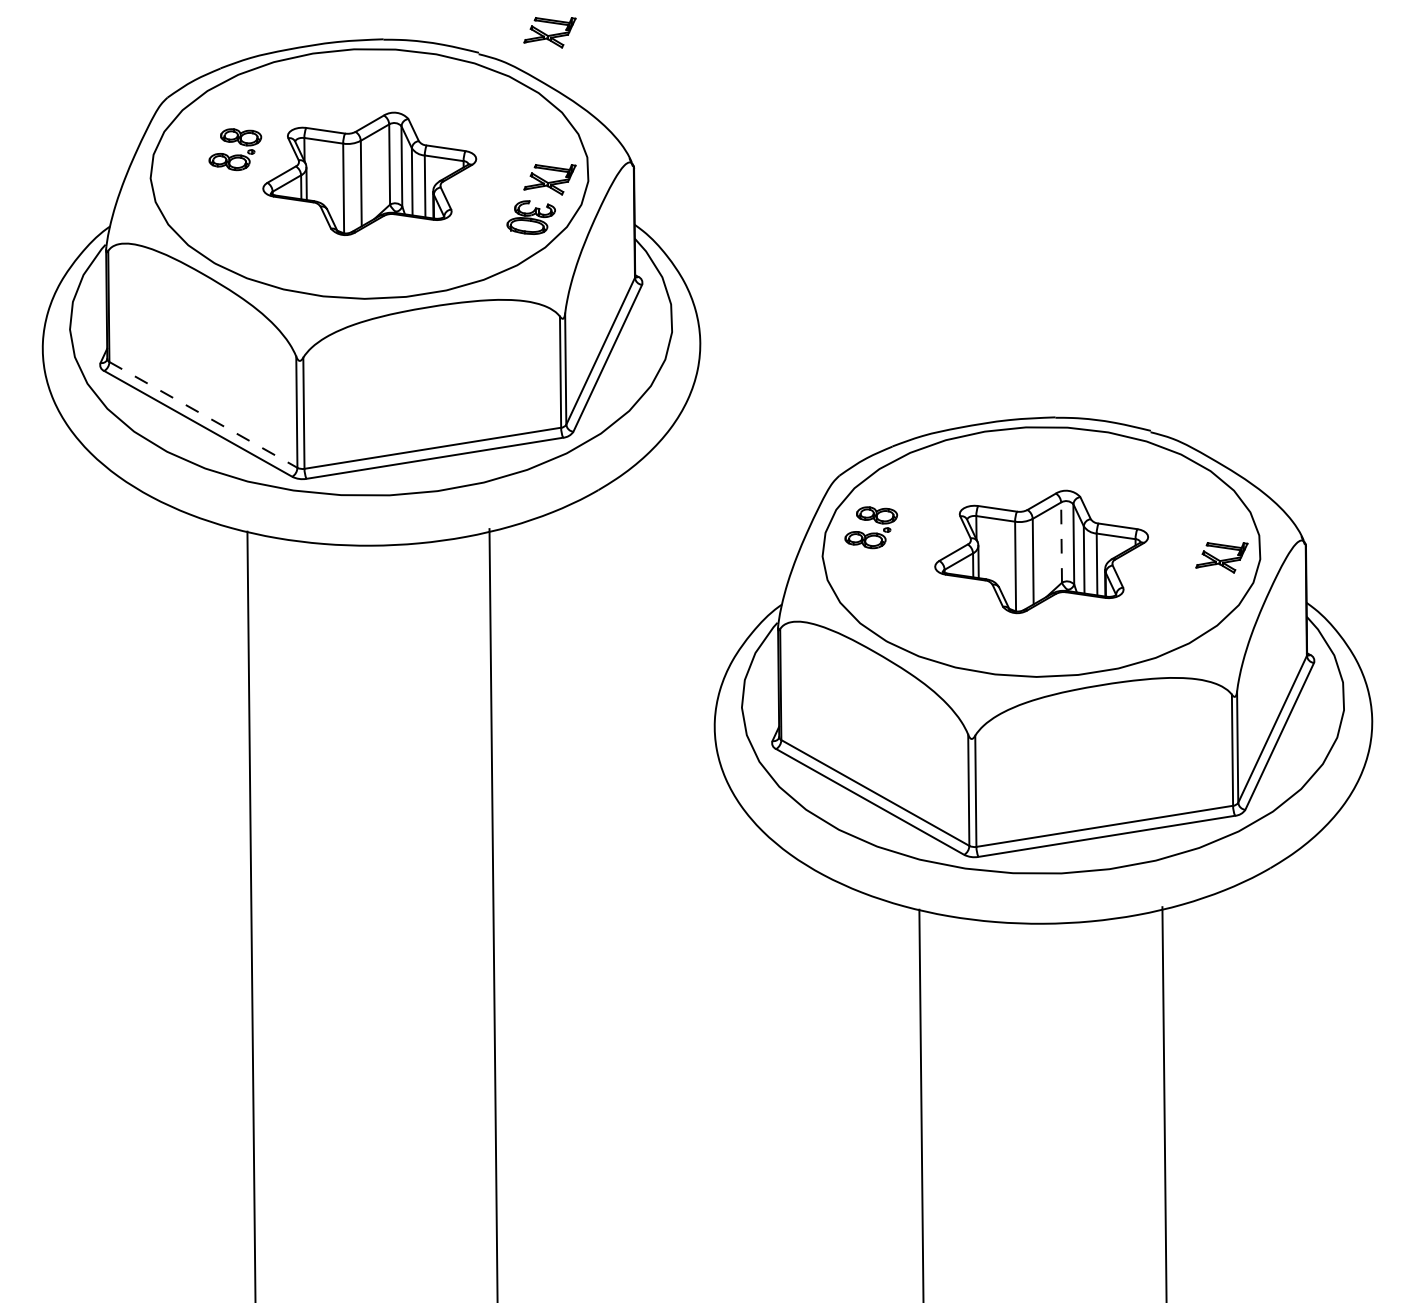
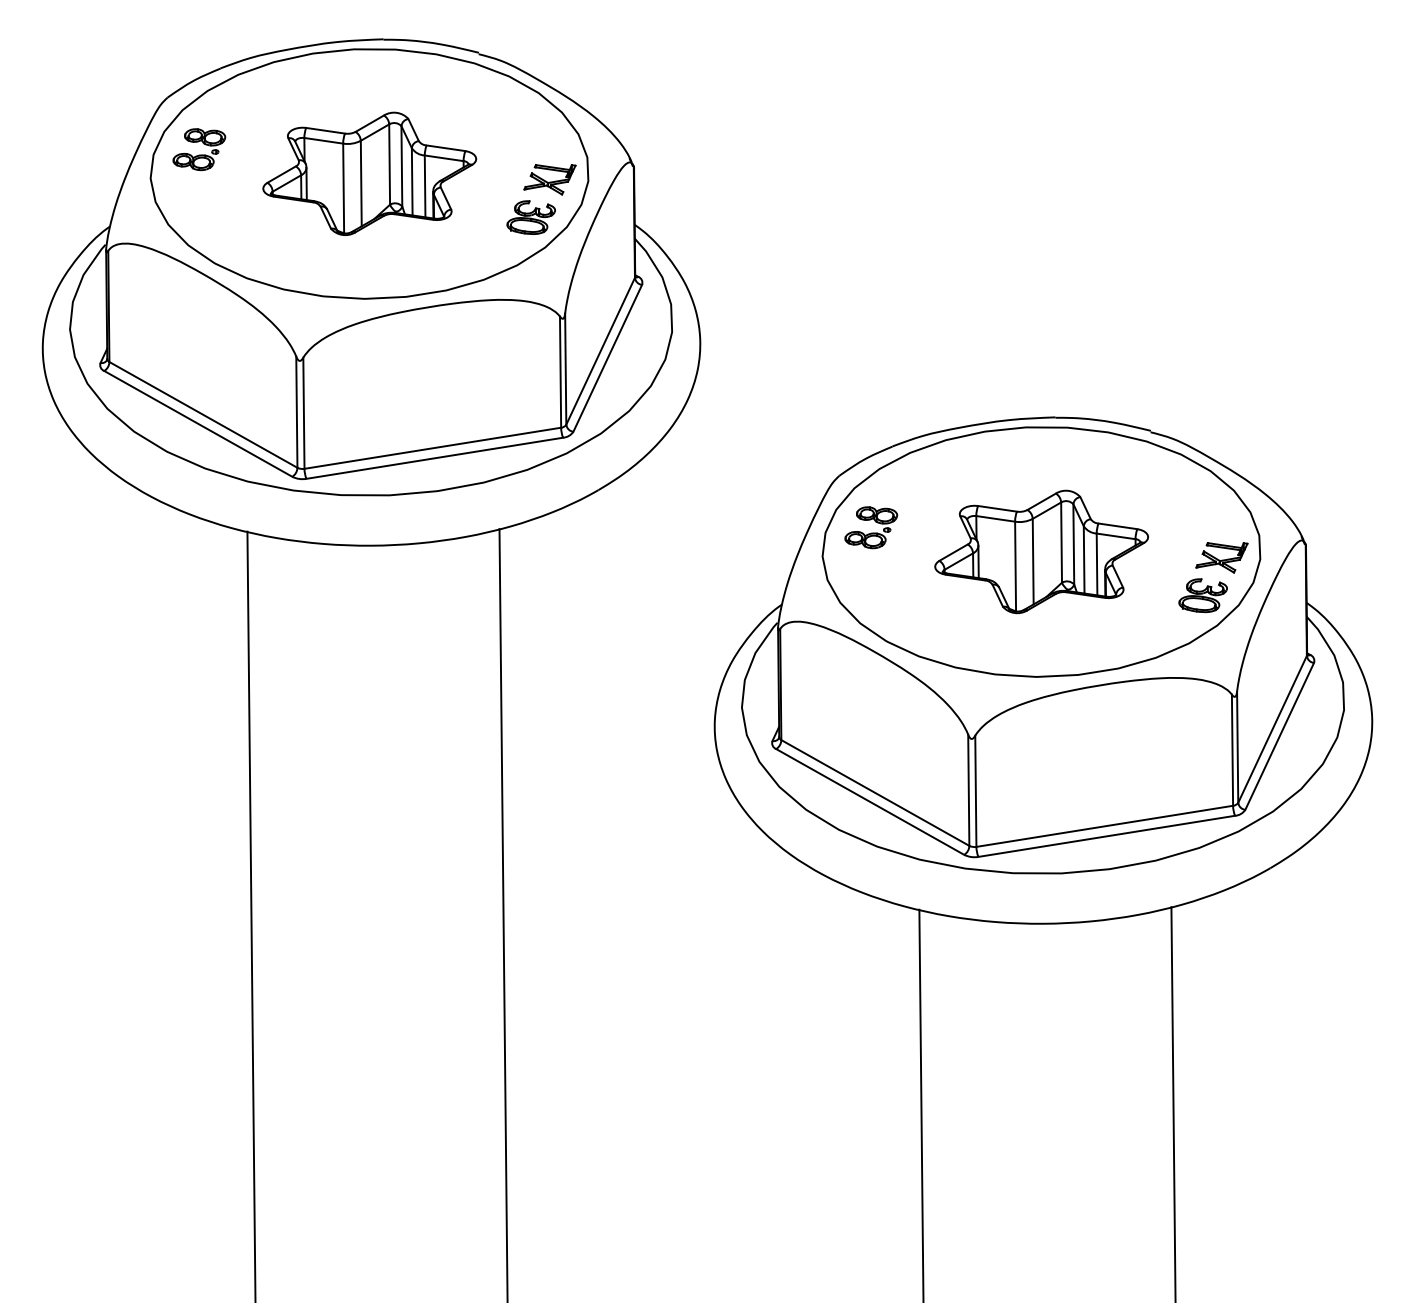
part at (549, 32): present -> none
part at (235, 149) position: (235, 149) -> (199, 149)
line at (203, 414): dashed -> solid
line at (1061, 542): dashed -> solid
part at (1202, 595): none -> present
line at (493, 914) position: (493, 914) -> (503, 914)
line at (1164, 1103) position: (1164, 1103) -> (1173, 1103)
